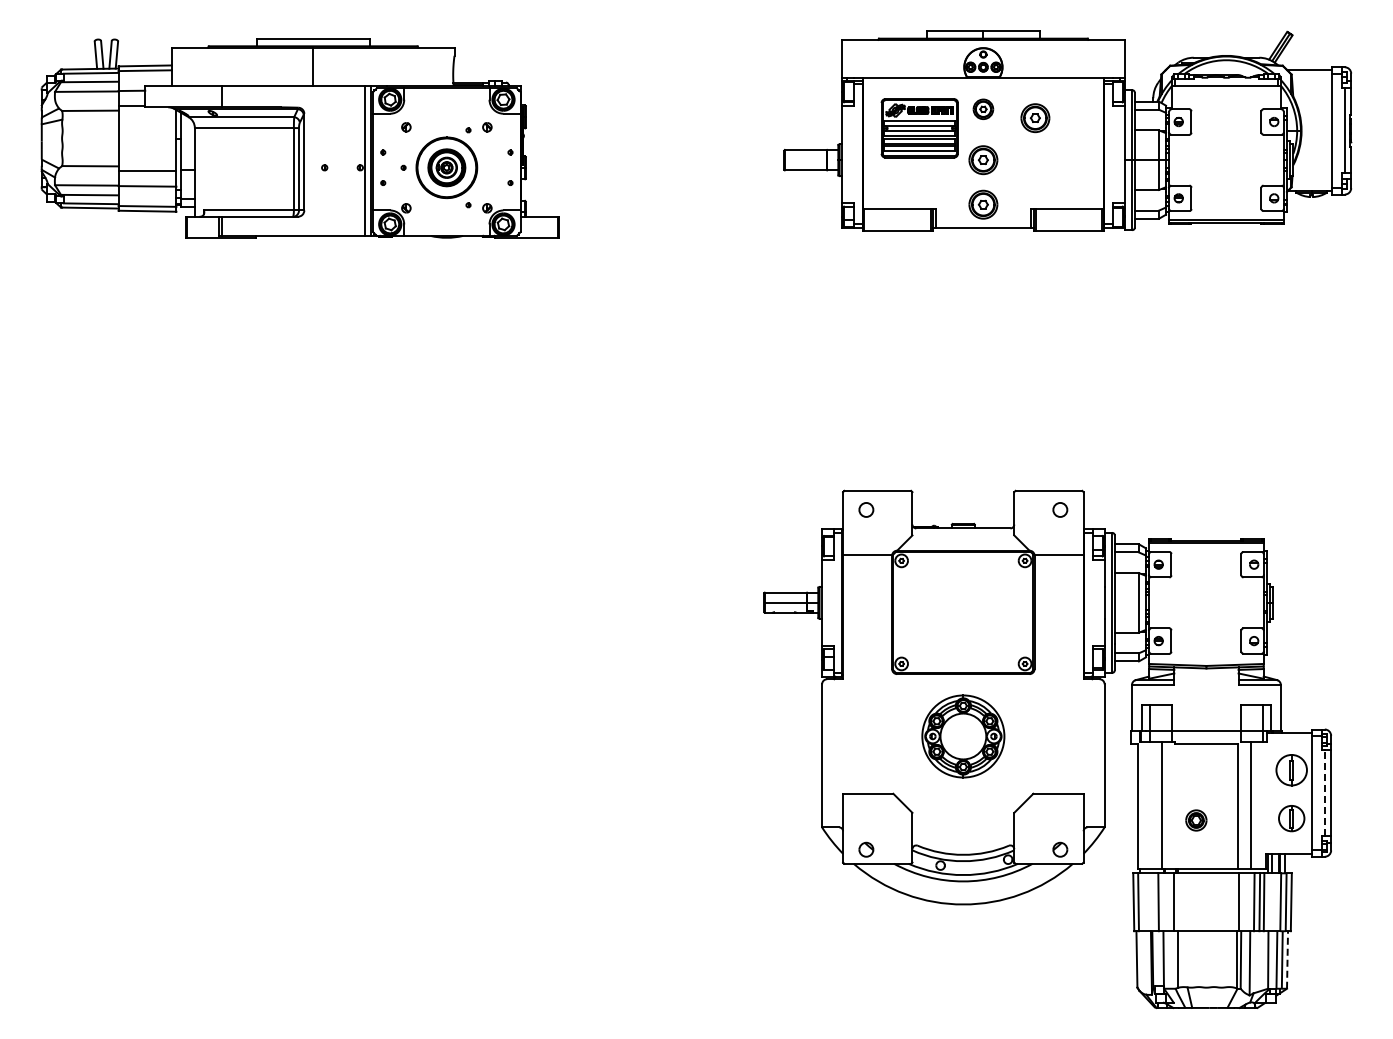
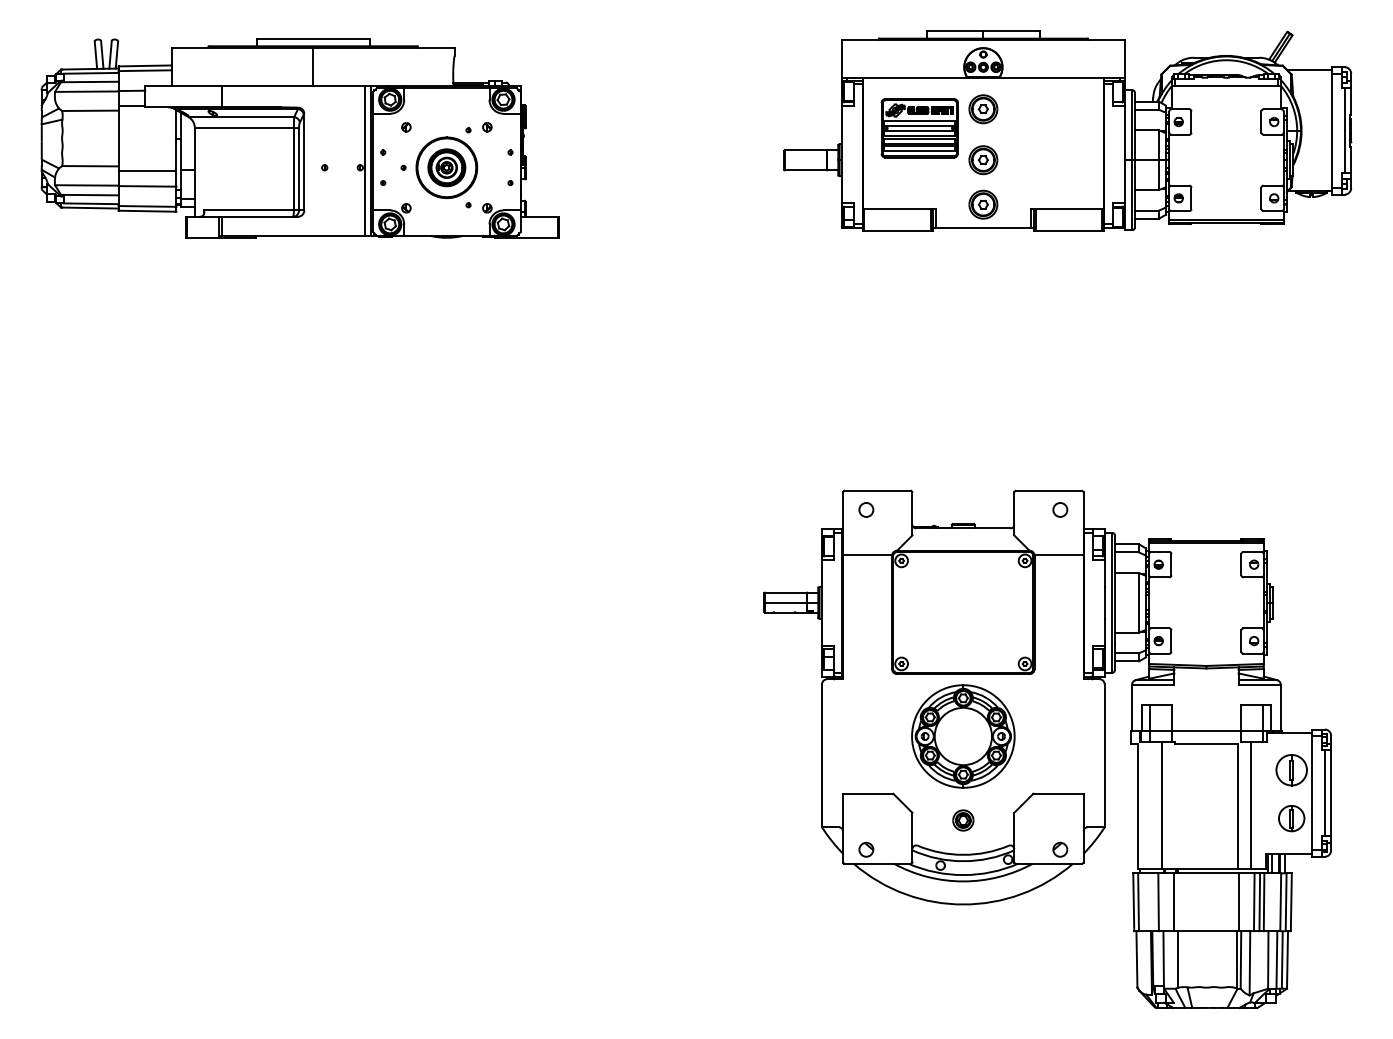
part at (983, 108) size: 23x22 px -> 31x31 px
part at (1035, 118): present -> none
part at (963, 736) size: 85x85 px -> 105x105 px
line at (1324, 792): dashed -> solid
part at (1196, 820) position: (1196, 820) -> (963, 820)
line at (1287, 959): dashed -> solid
